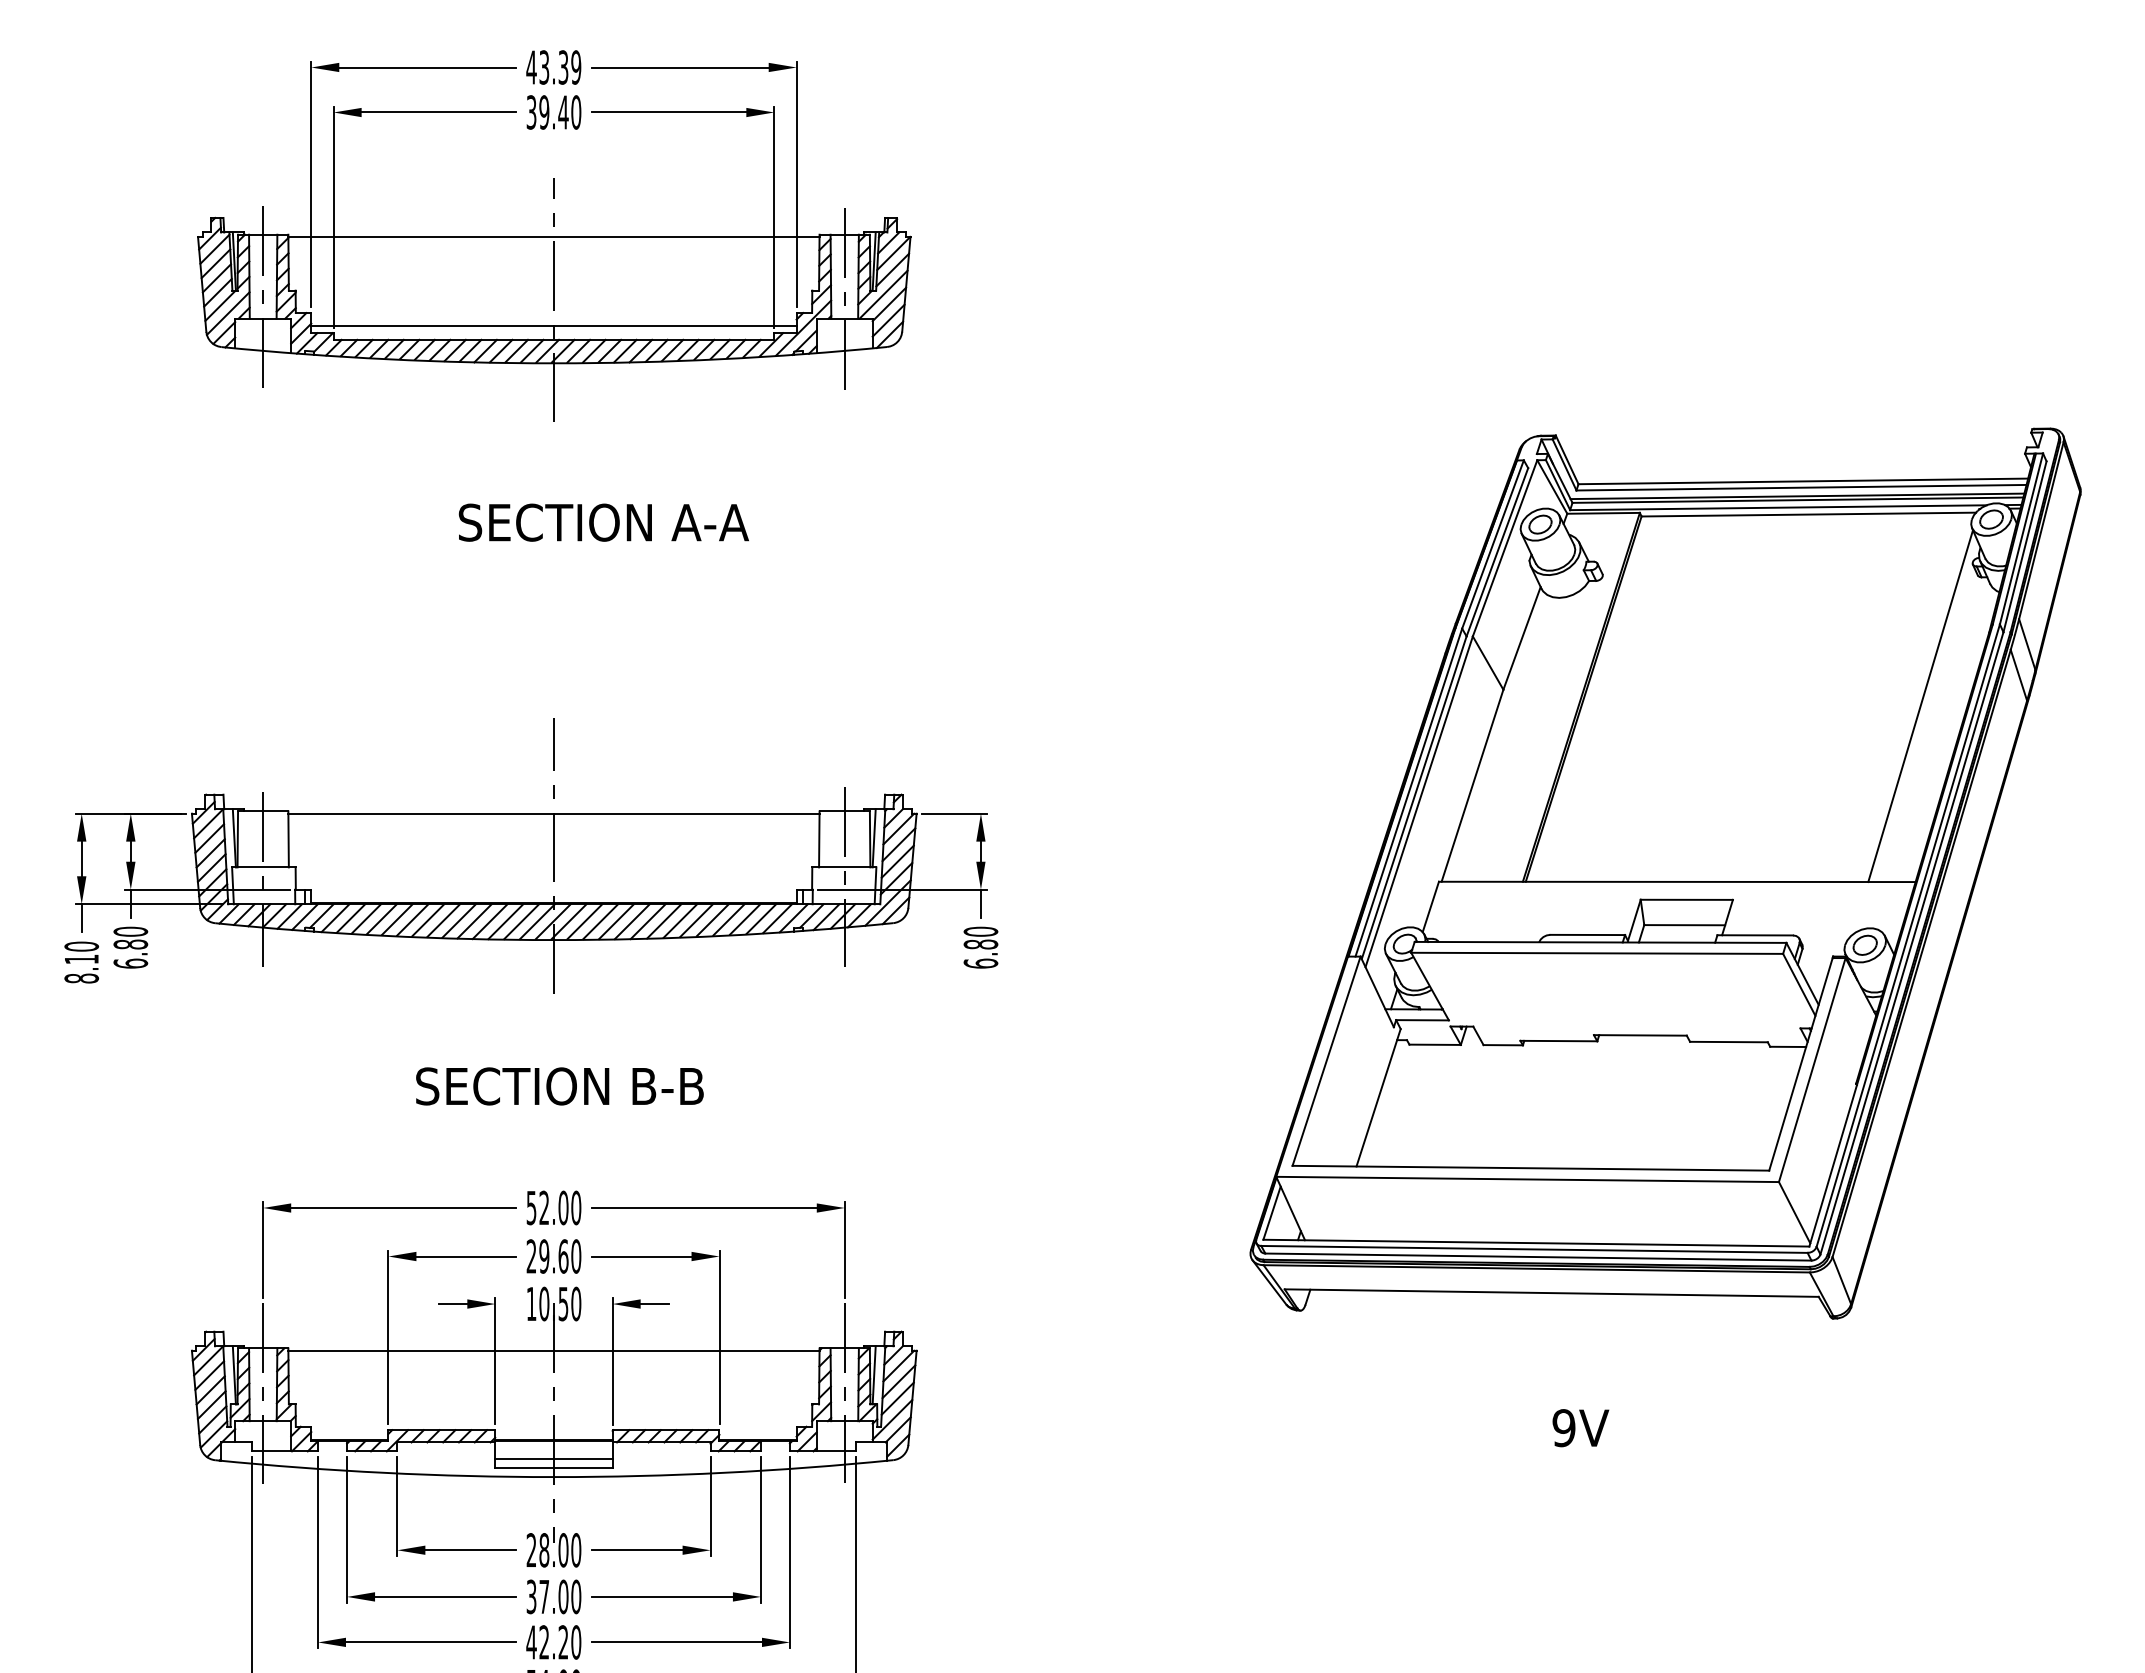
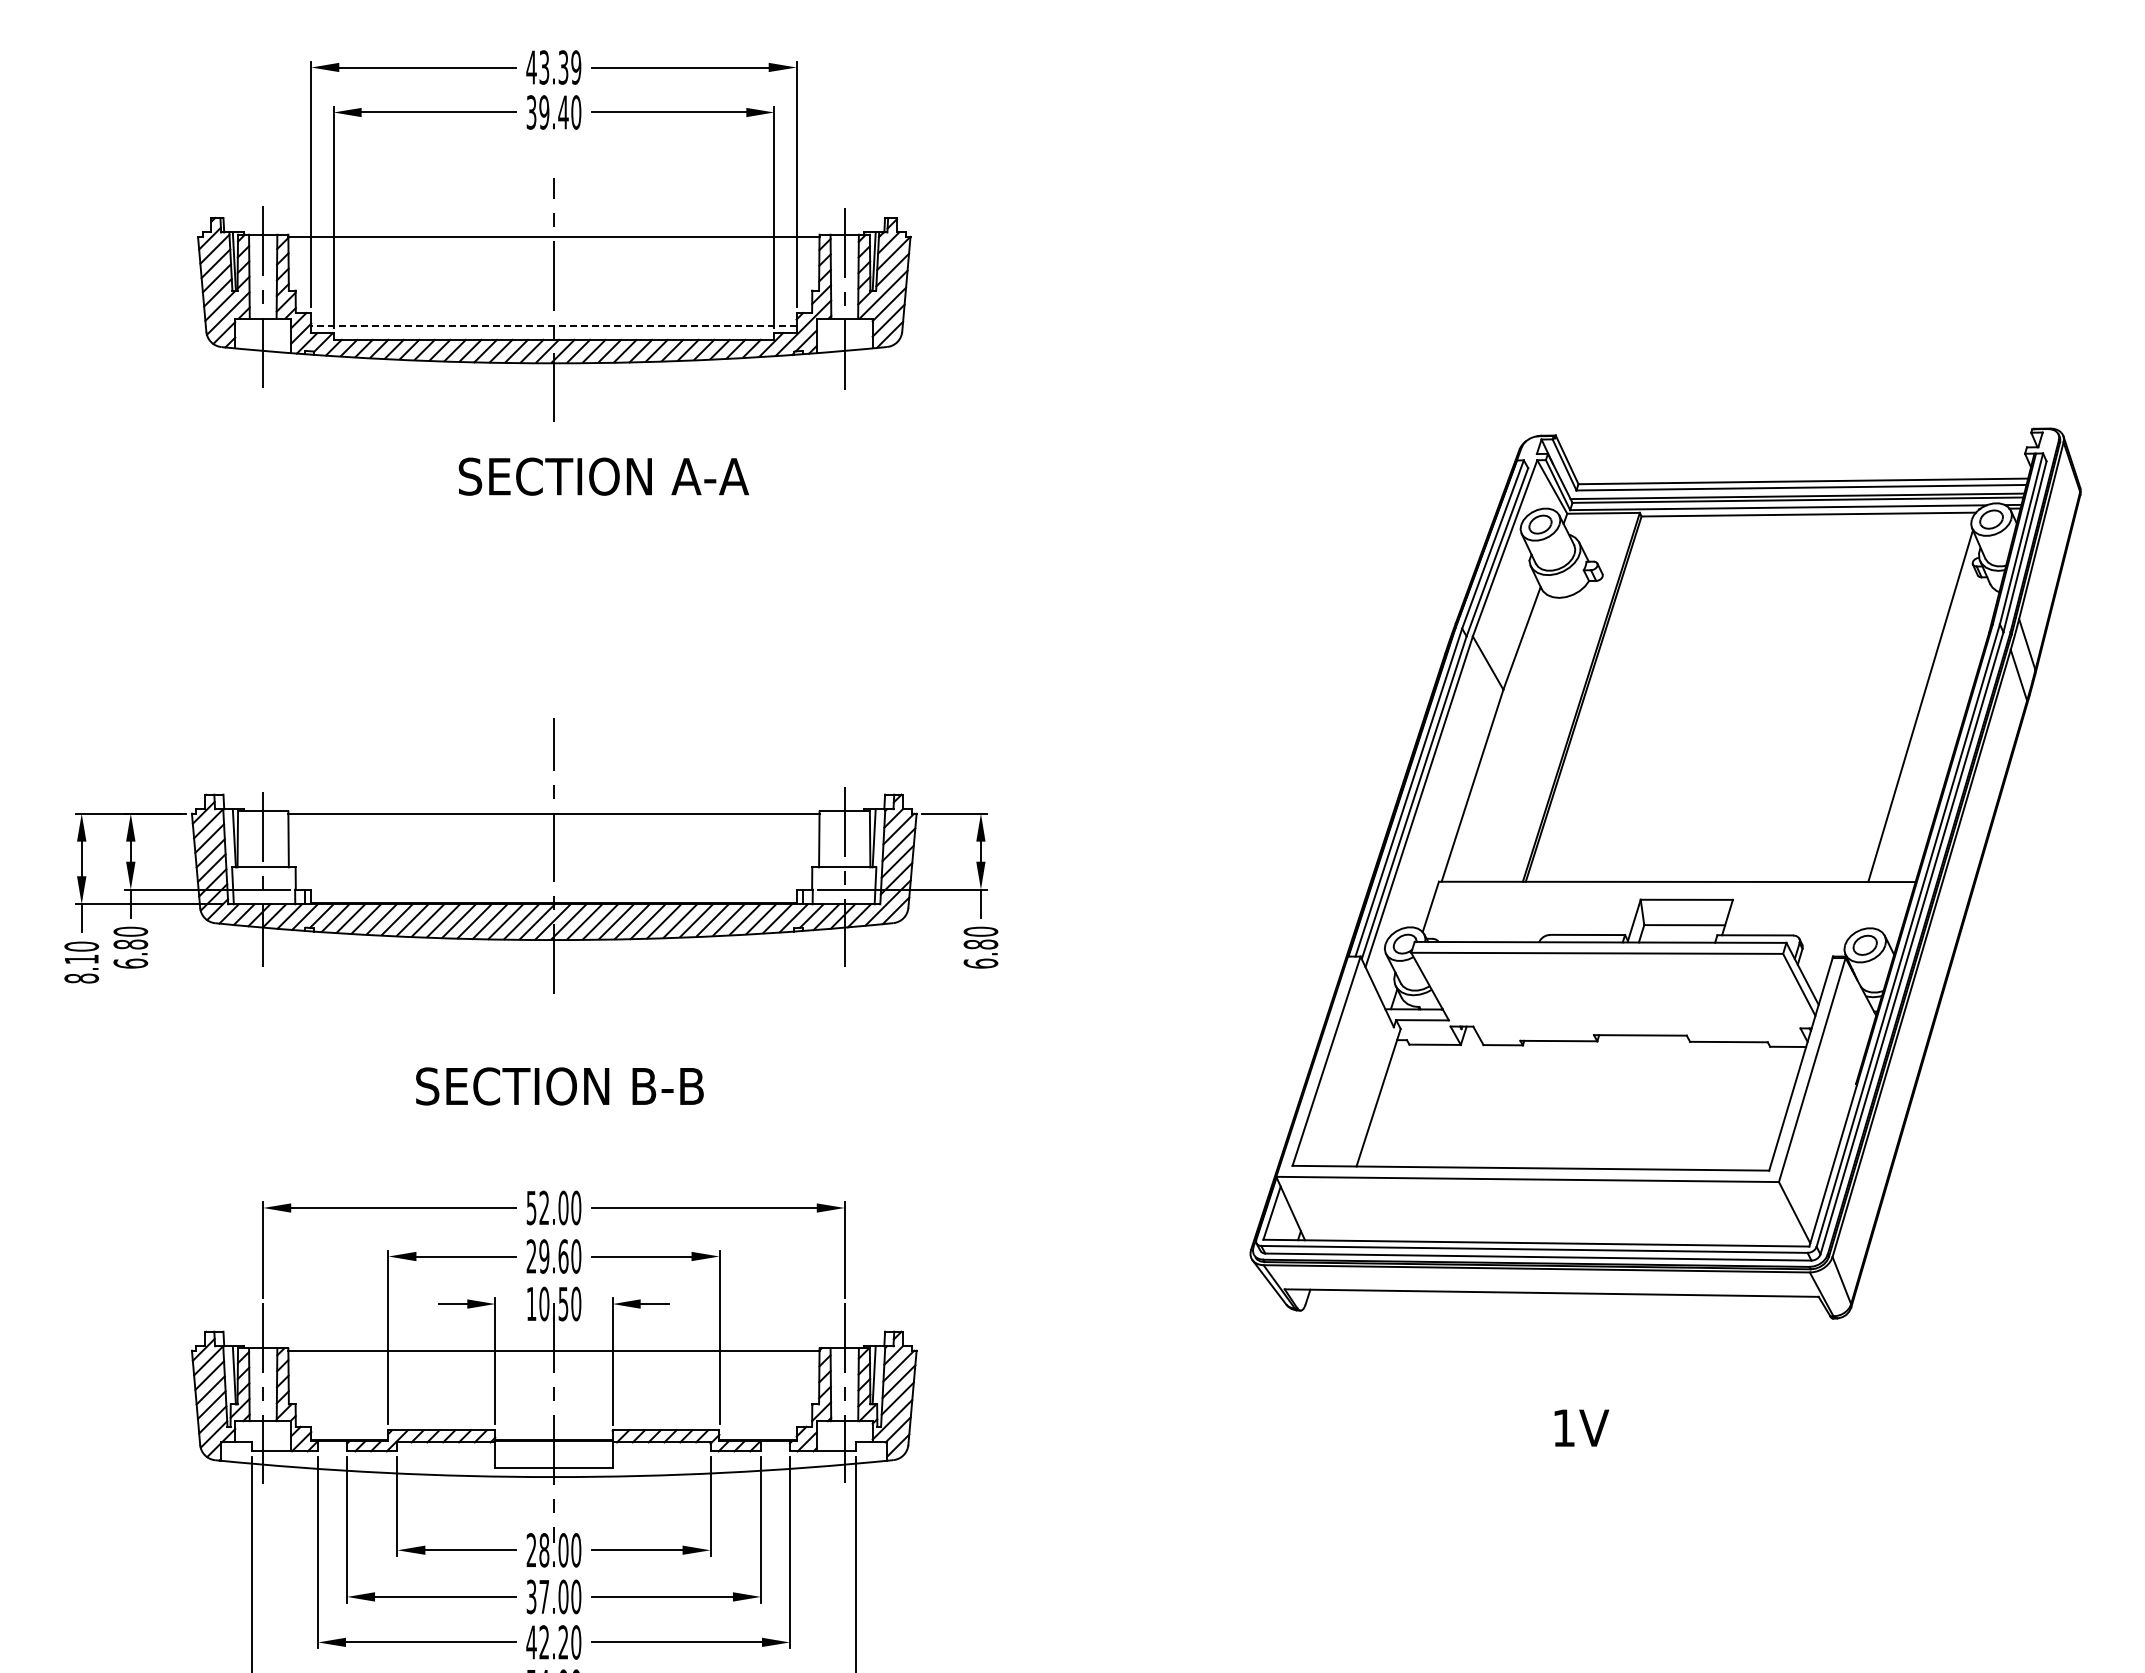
line at (553, 326): solid -> dashed
text at (603, 522) position: (603, 522) -> (603, 476)
text at (1563, 1428): 9V -> 1V
line at (553, 1459): present -> none
